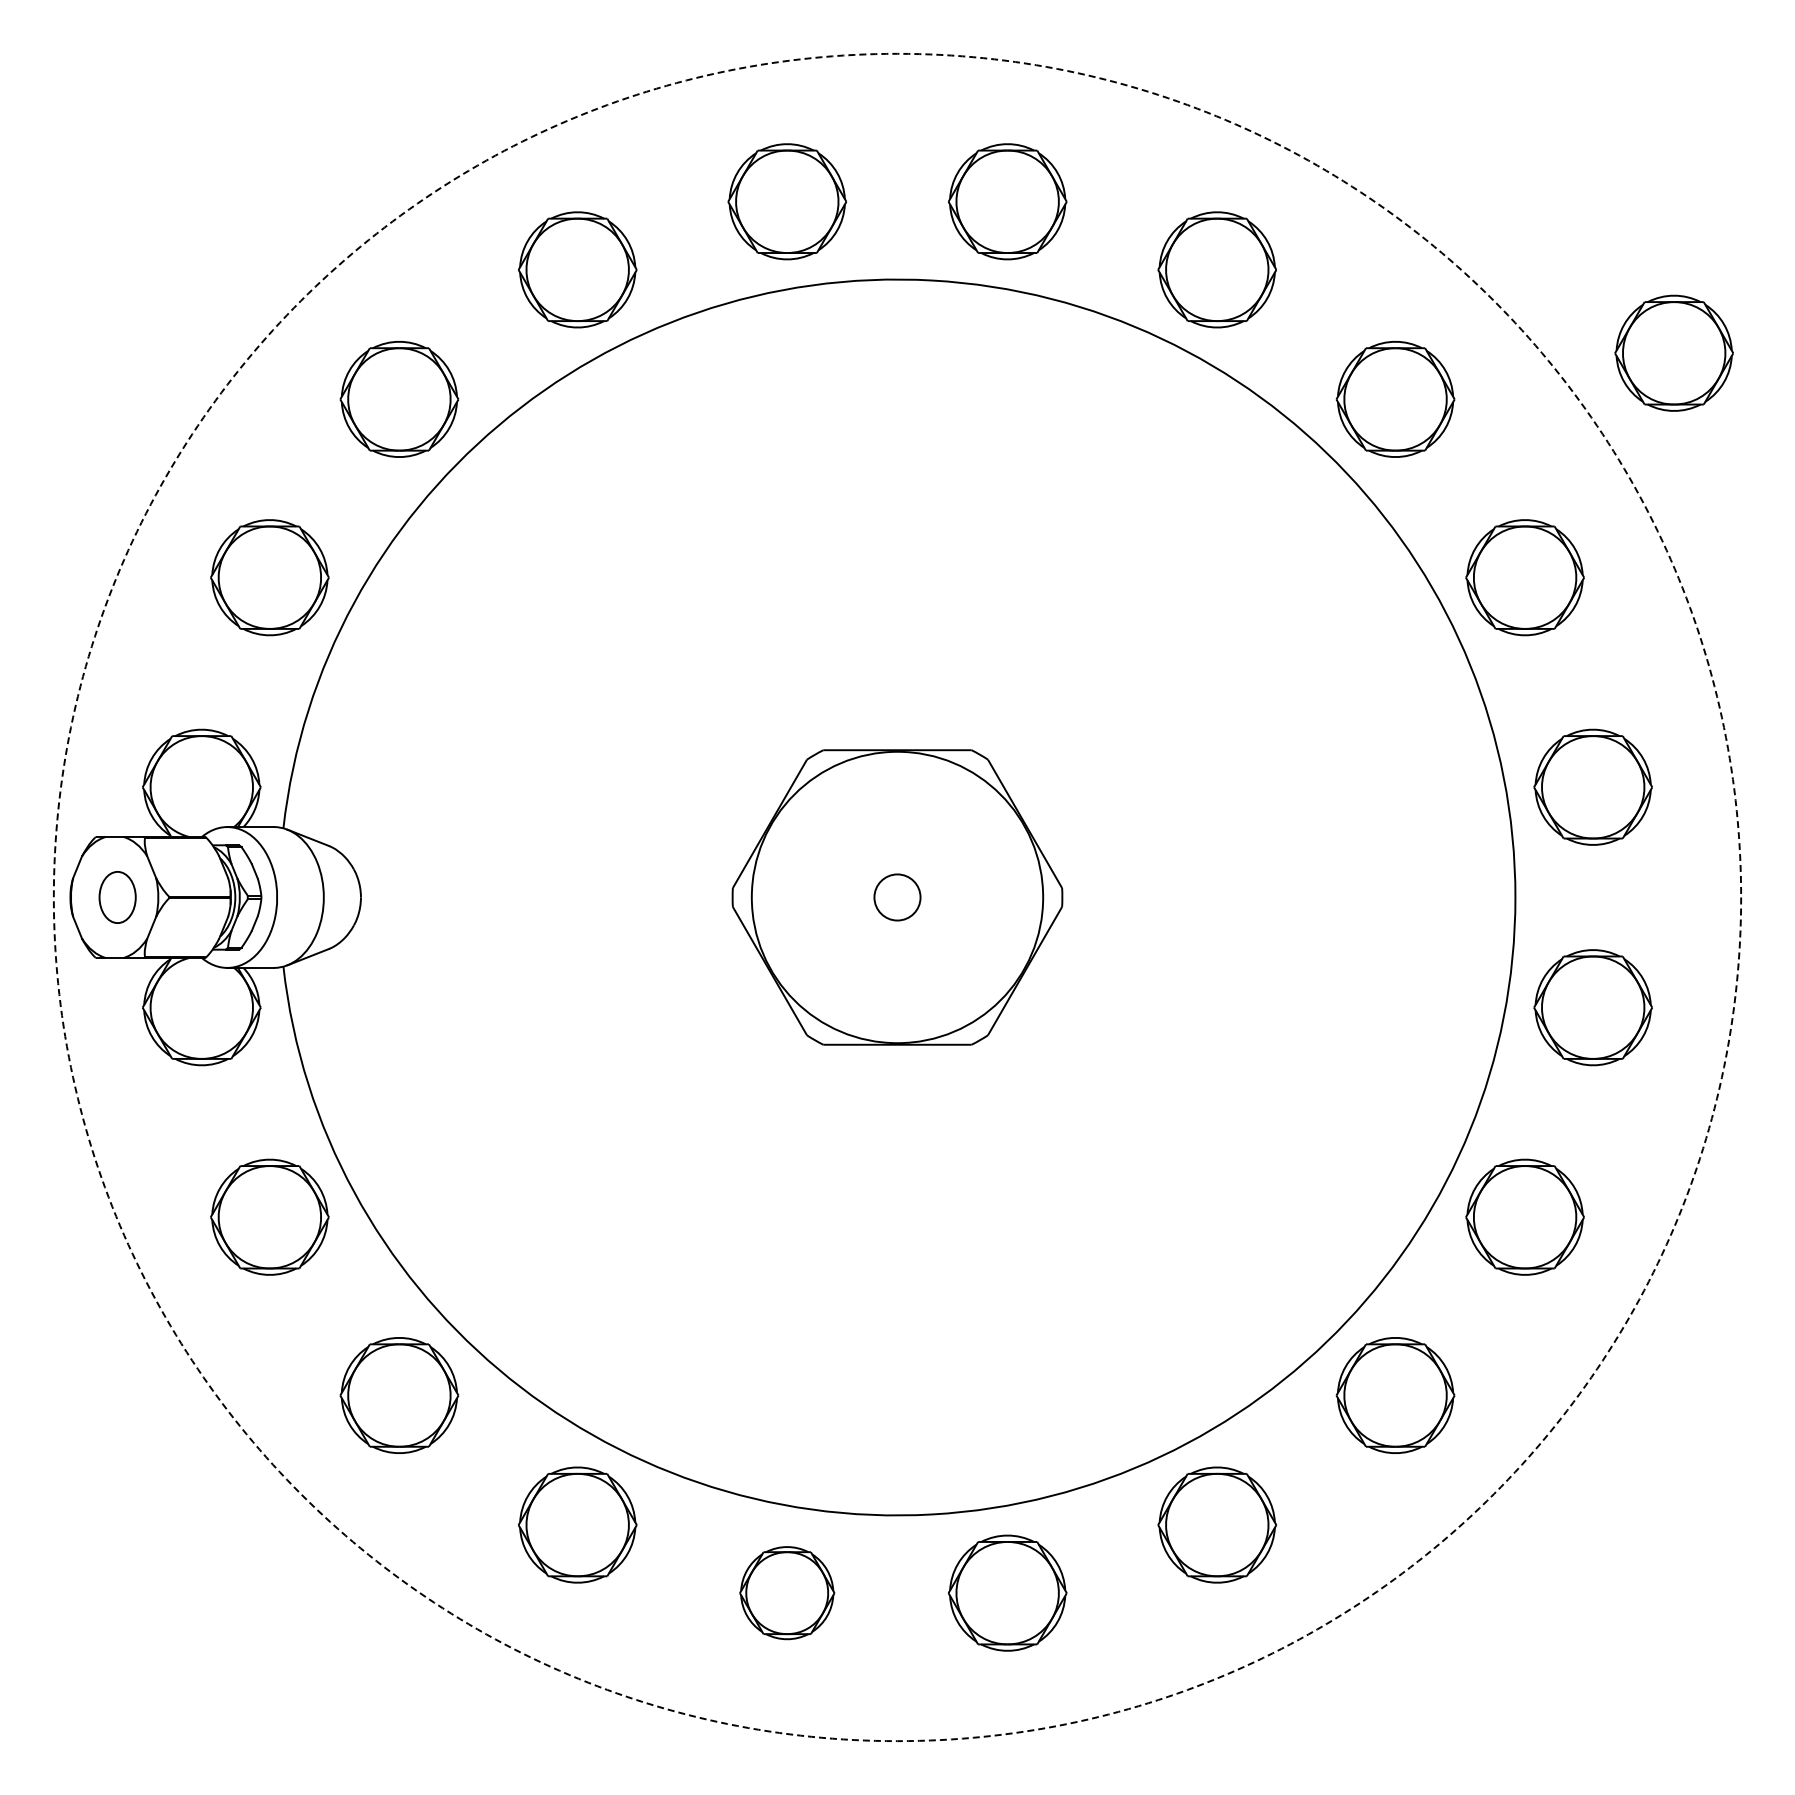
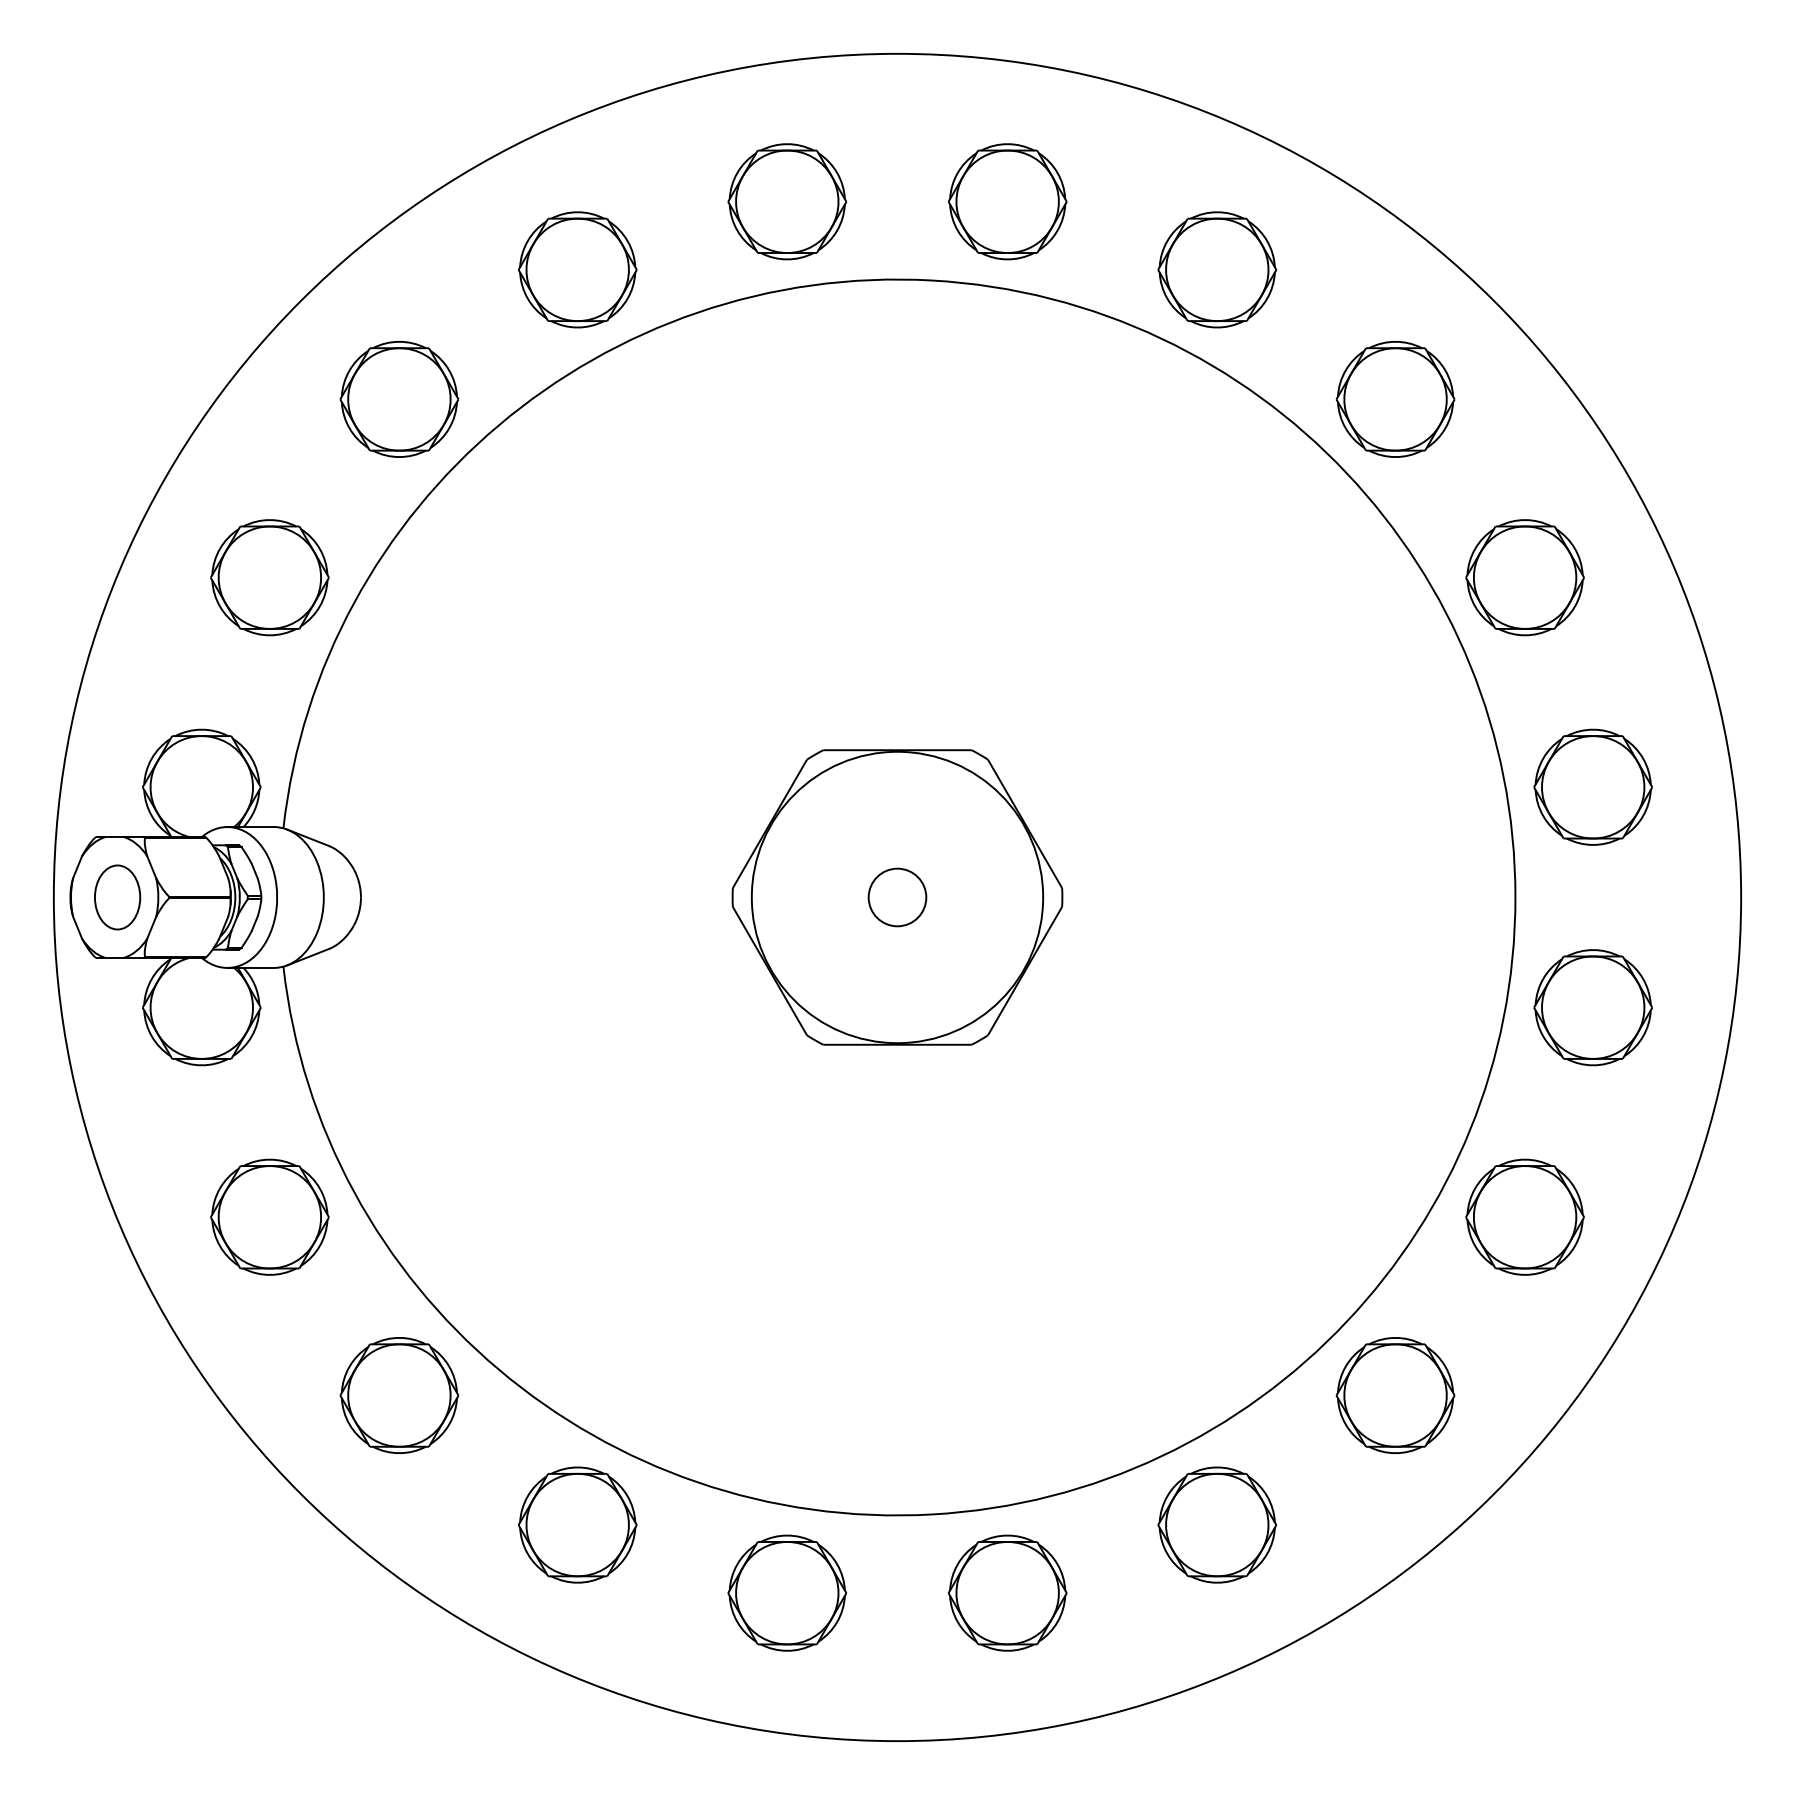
part at (1673, 352): present -> none
part at (117, 897) size: 39x53 px -> 48x67 px
circle at (897, 897) diameter: 46 px -> 58 px
circle at (897, 897): dashed -> solid
part at (787, 1593) size: 97x95 px -> 120x118 px
